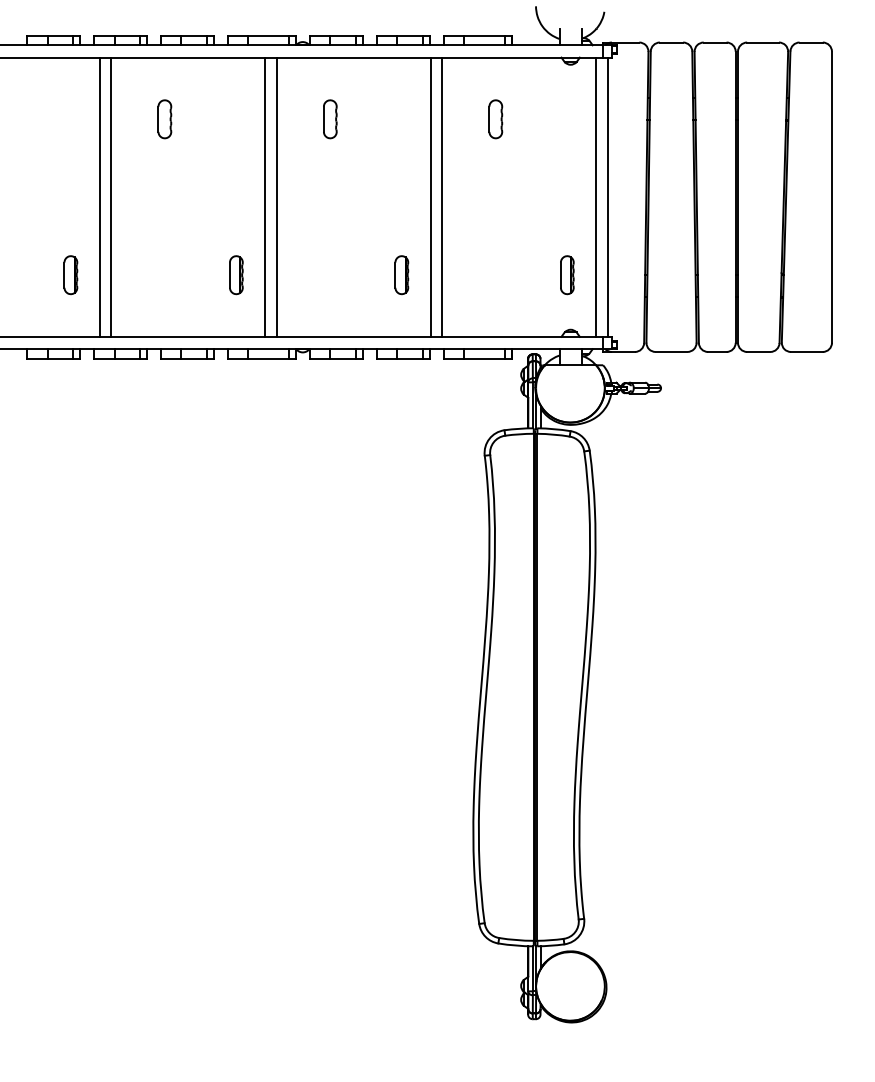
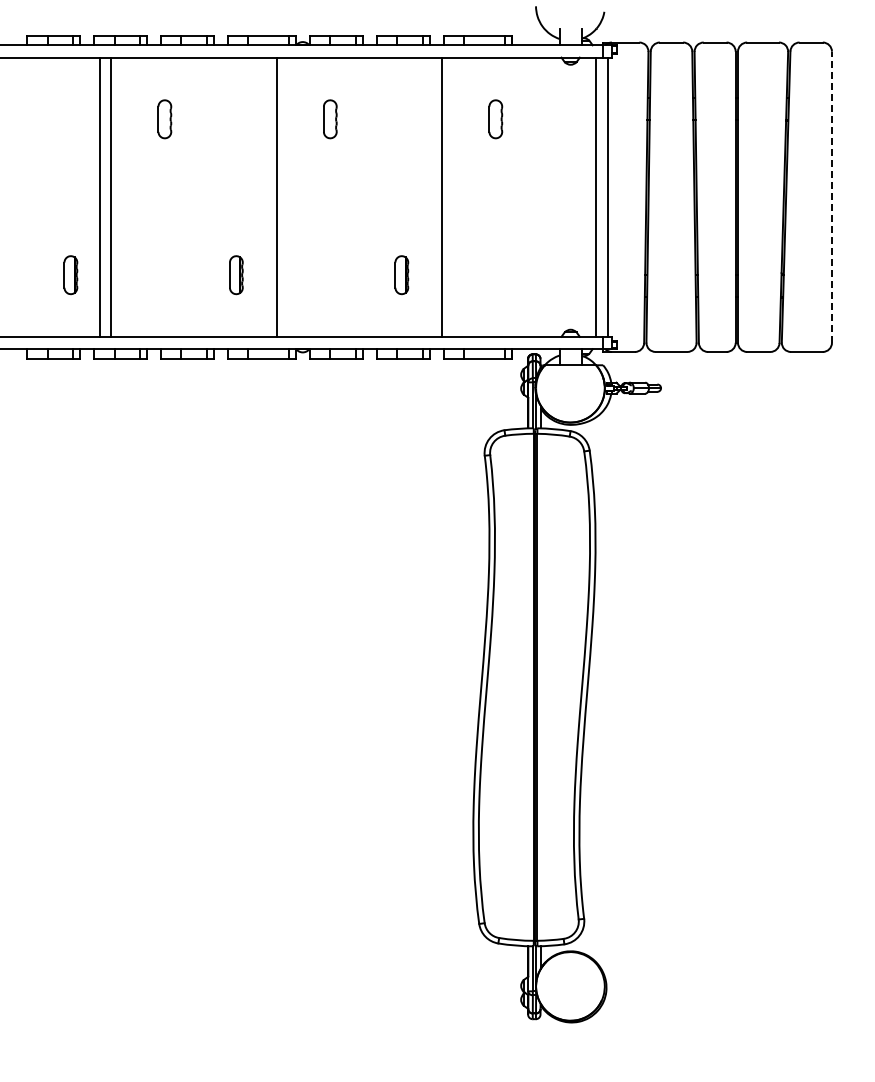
line at (265, 196): present -> none
line at (430, 196): present -> none
line at (831, 197): solid -> dashed
part at (567, 275): present -> none
